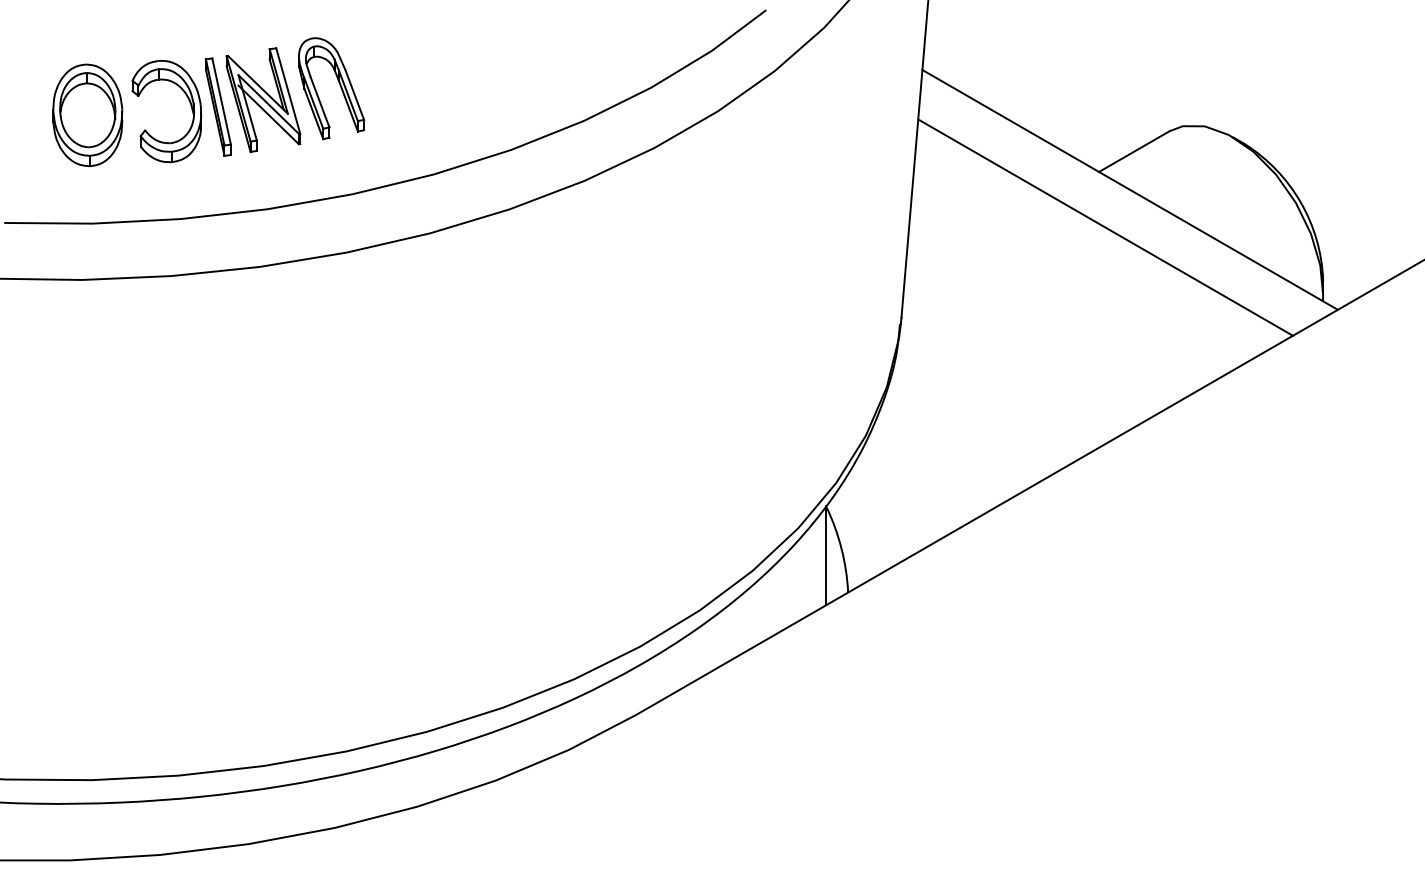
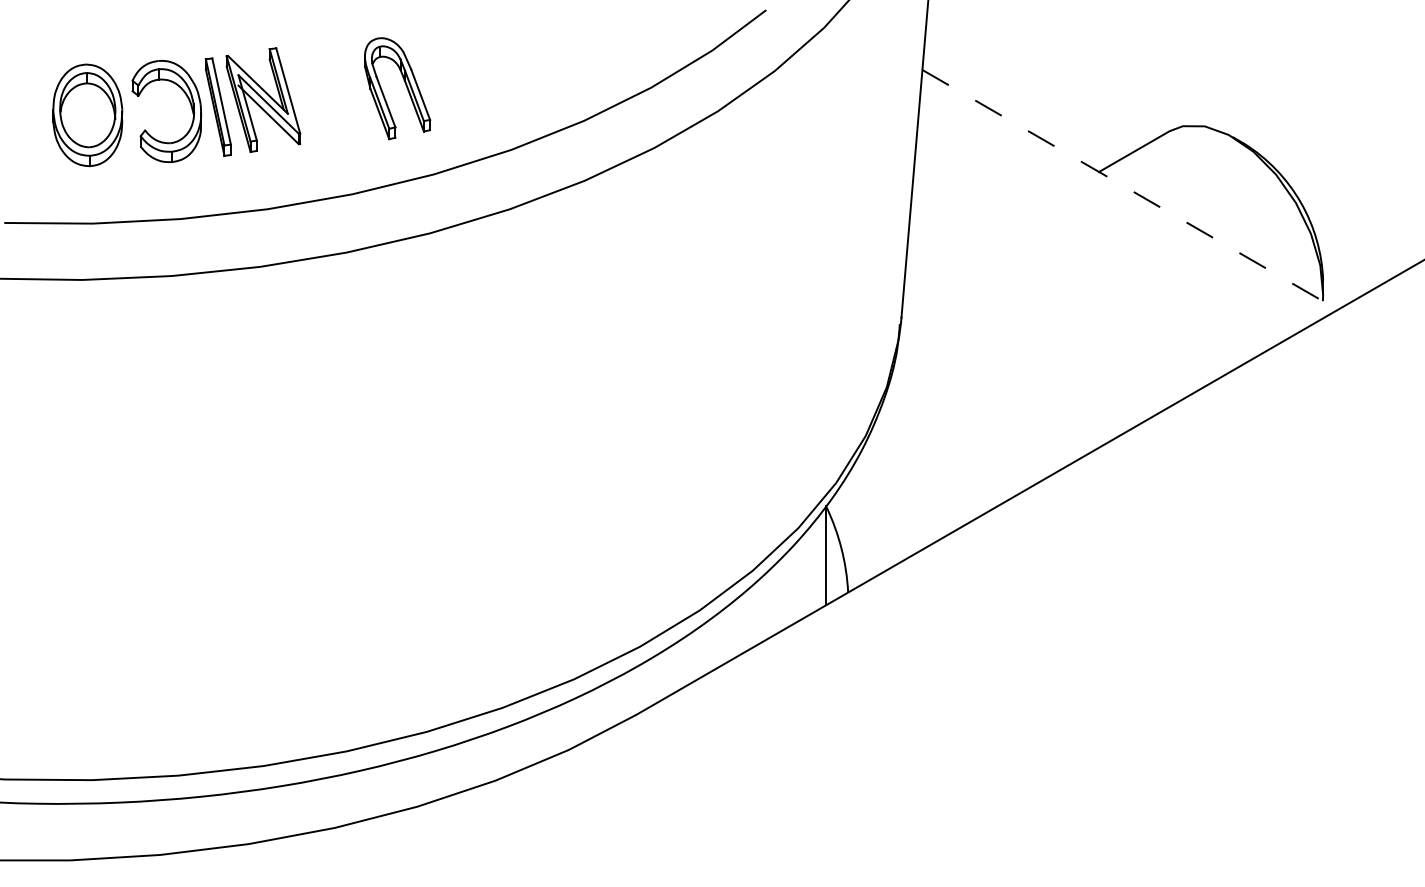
part at (339, 85) position: (339, 85) -> (405, 85)
line at (1130, 189): solid -> dashed
line at (1105, 227): present -> none
